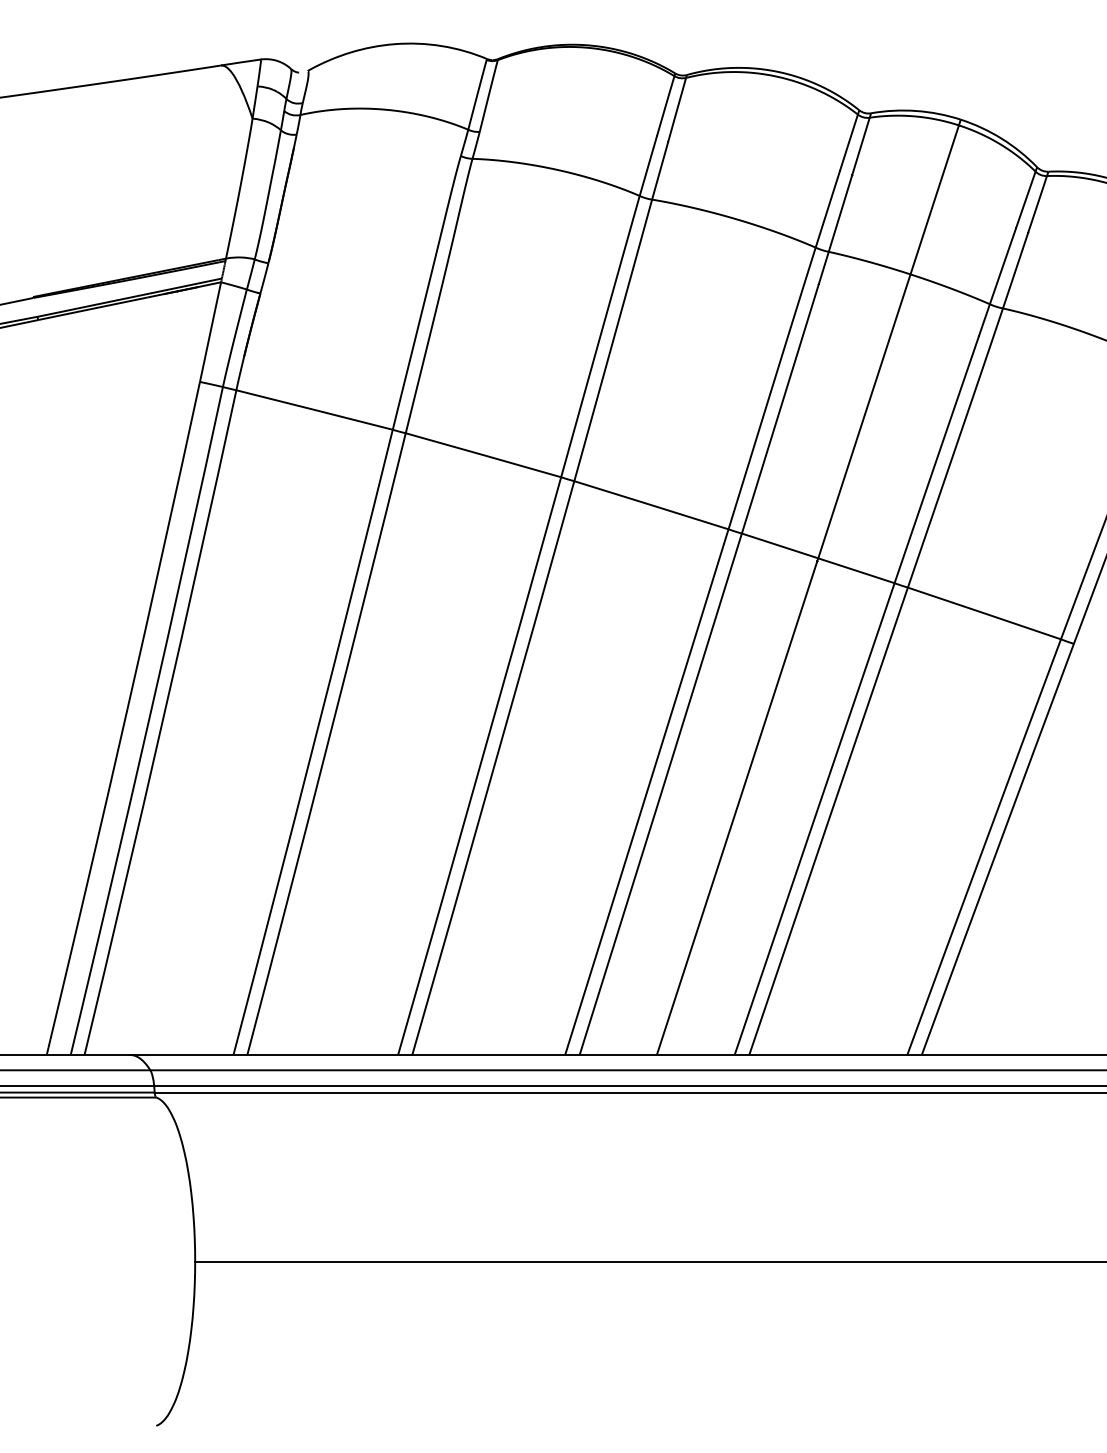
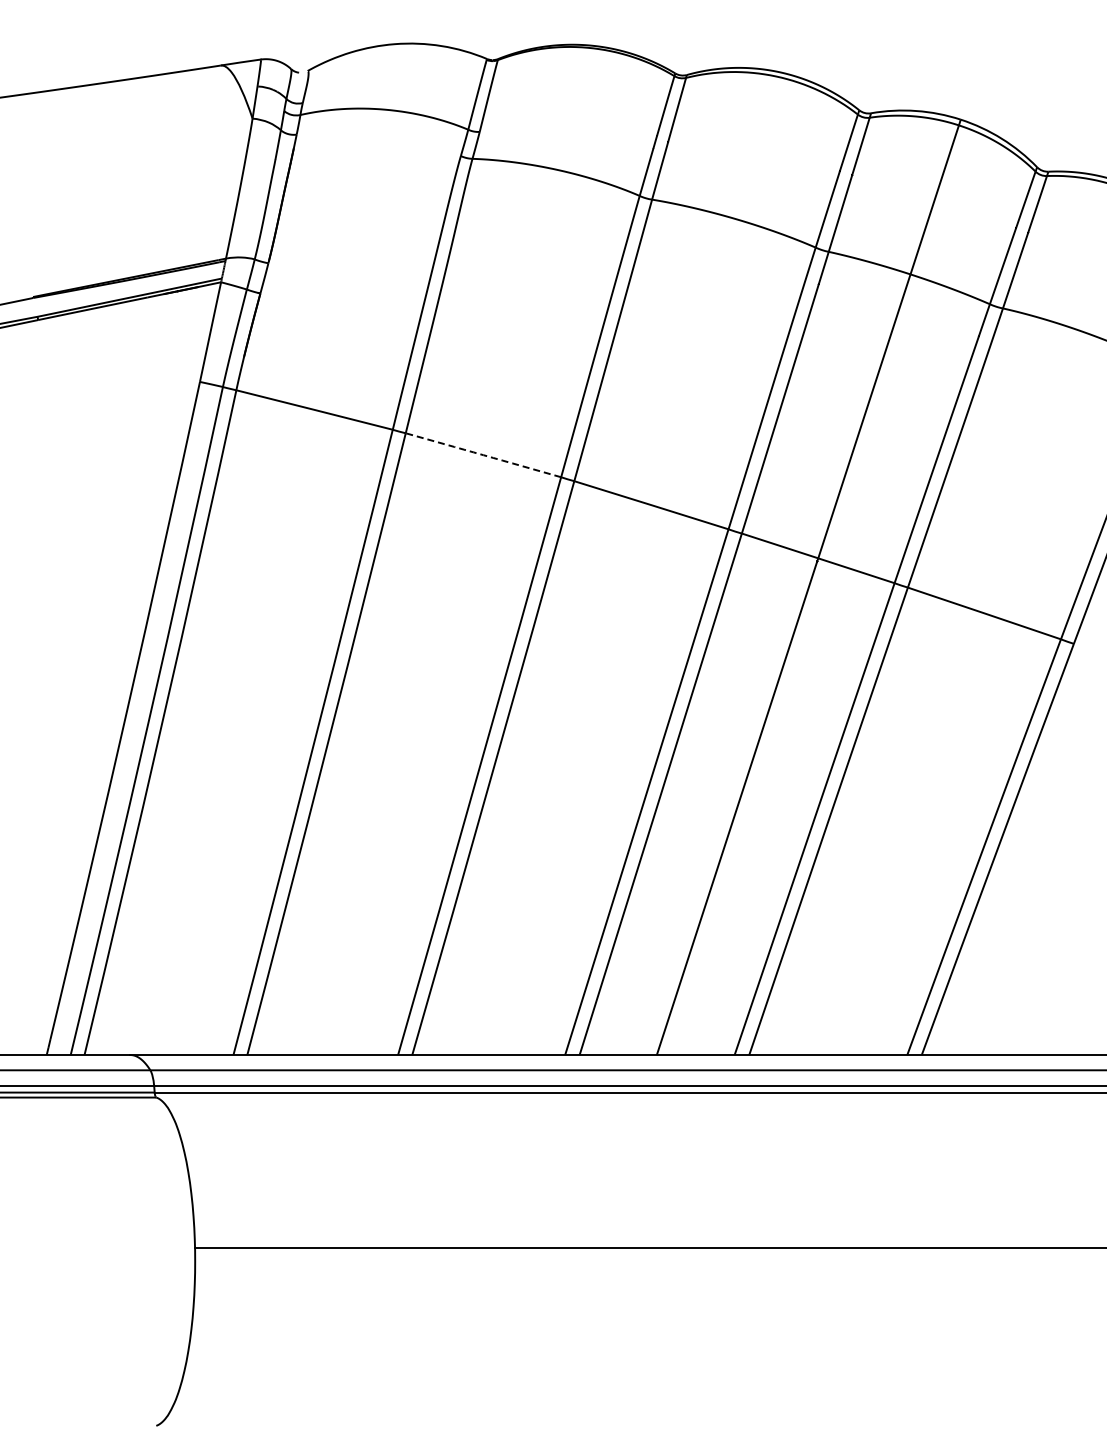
arc at (483, 455): solid -> dashed
line at (649, 1261) position: (649, 1261) -> (649, 1247)
